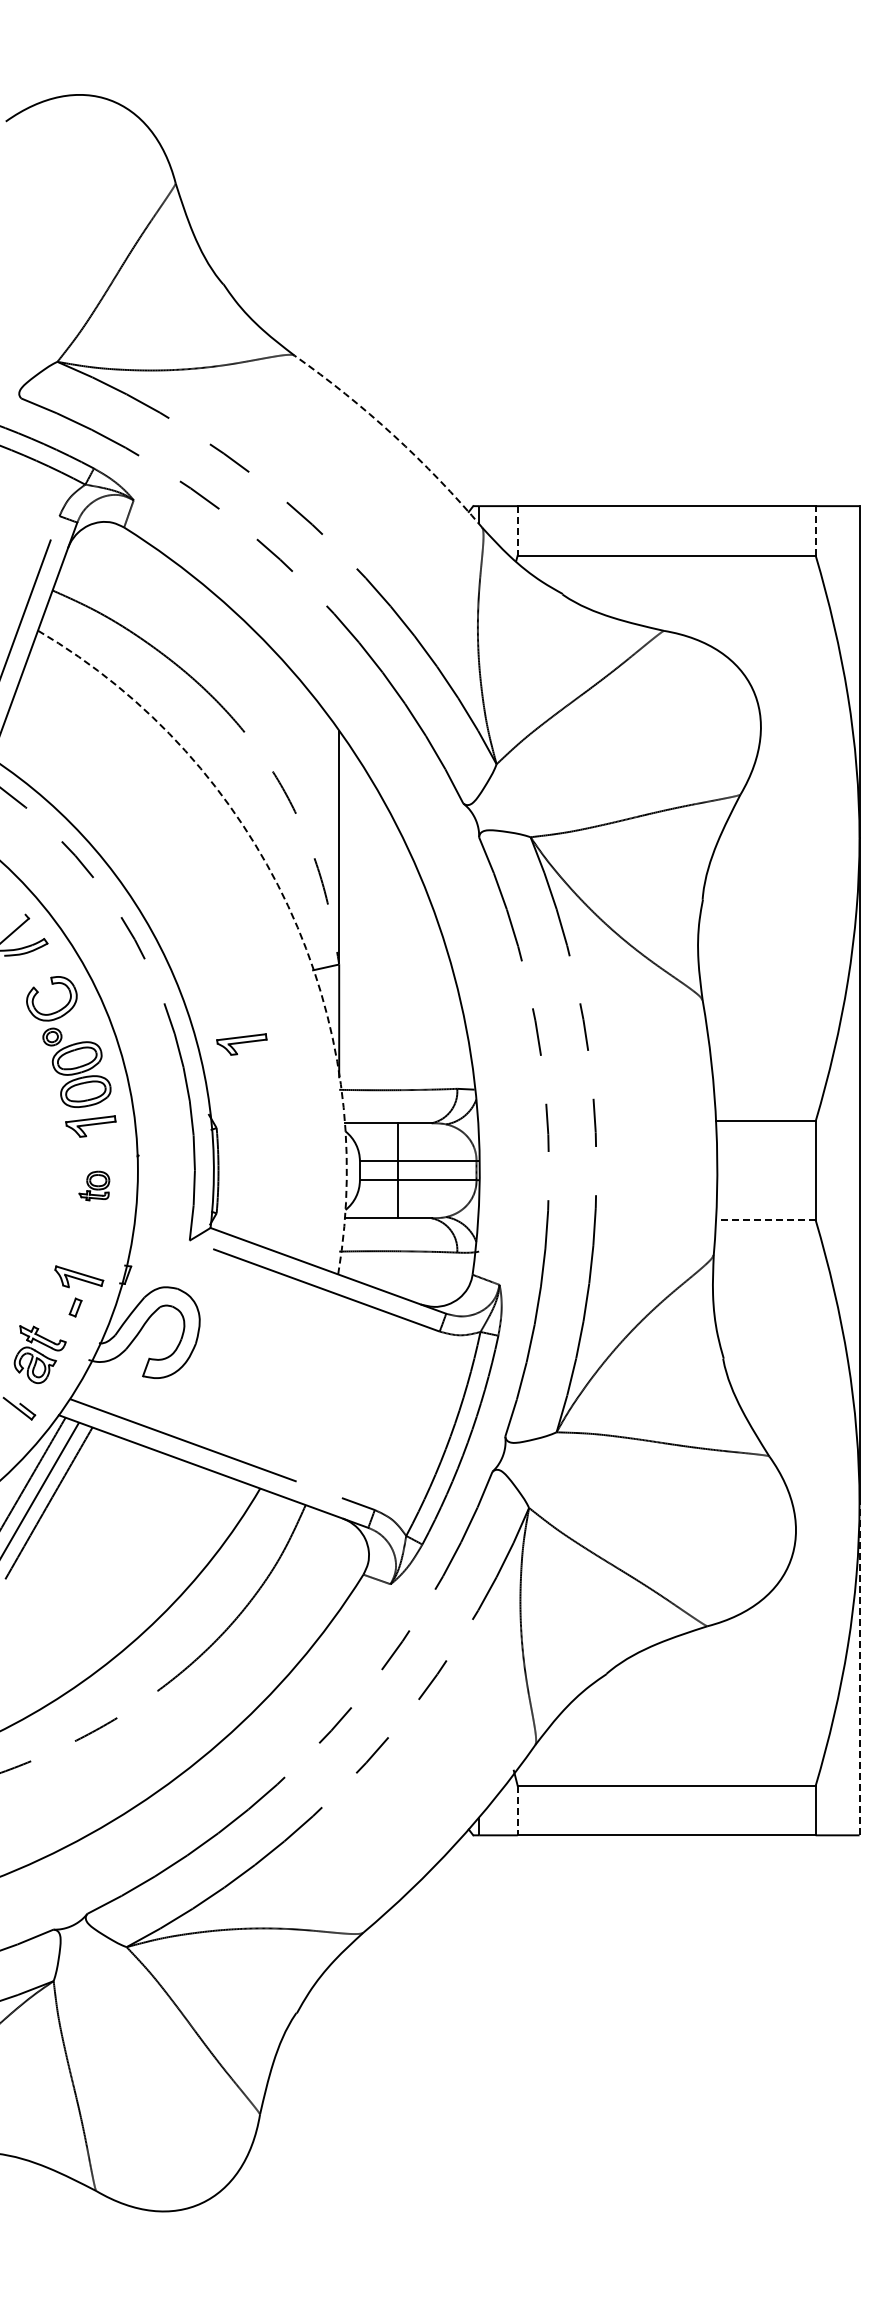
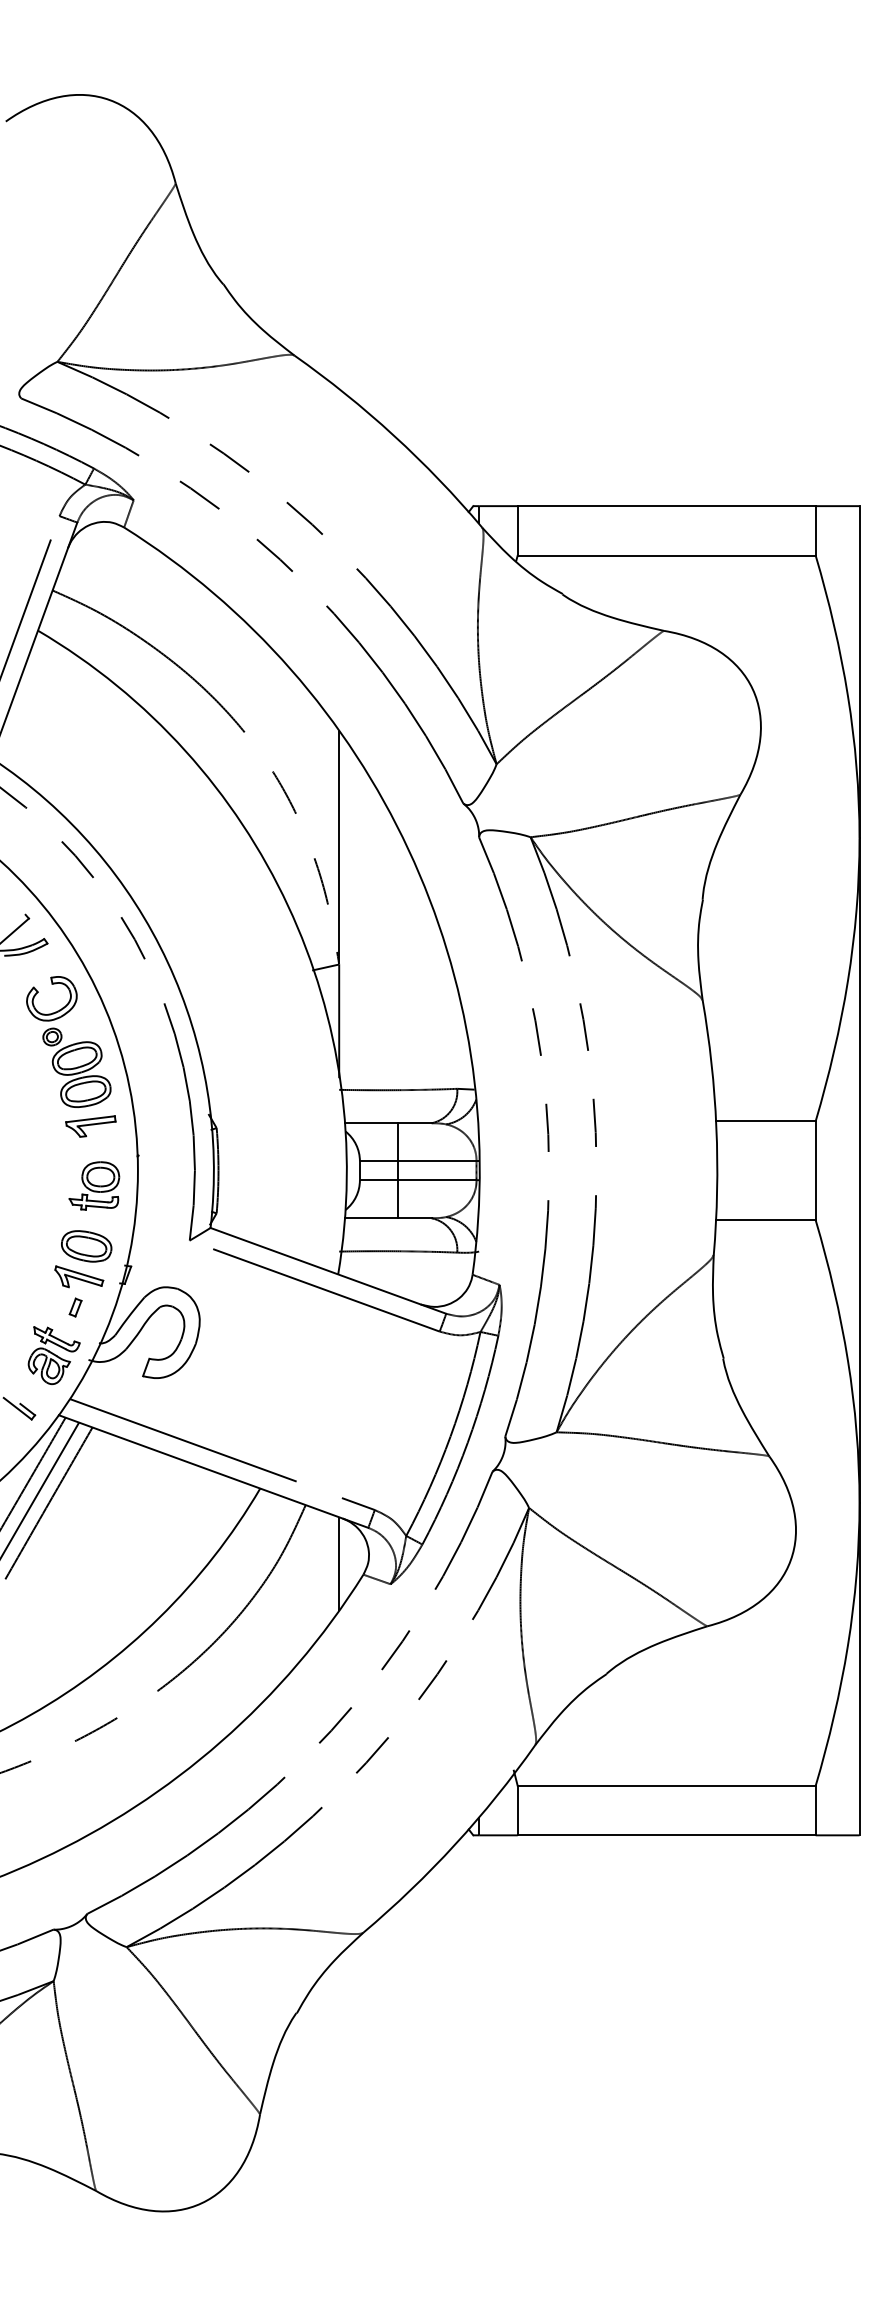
arc at (393, 435): dashed -> solid
line at (517, 530): dashed -> solid
line at (815, 530): dashed -> solid
arc at (288, 905): dashed -> solid
part at (241, 1044): present -> none
part at (94, 1185) size: 33x32 px -> 53x50 px
line at (765, 1220): dashed -> solid
part at (86, 1246): none -> present
part at (39, 1354) position: (39, 1354) -> (53, 1355)
line at (339, 1563): none -> present
line at (859, 1668): dashed -> solid
line at (517, 1810): dashed -> solid
